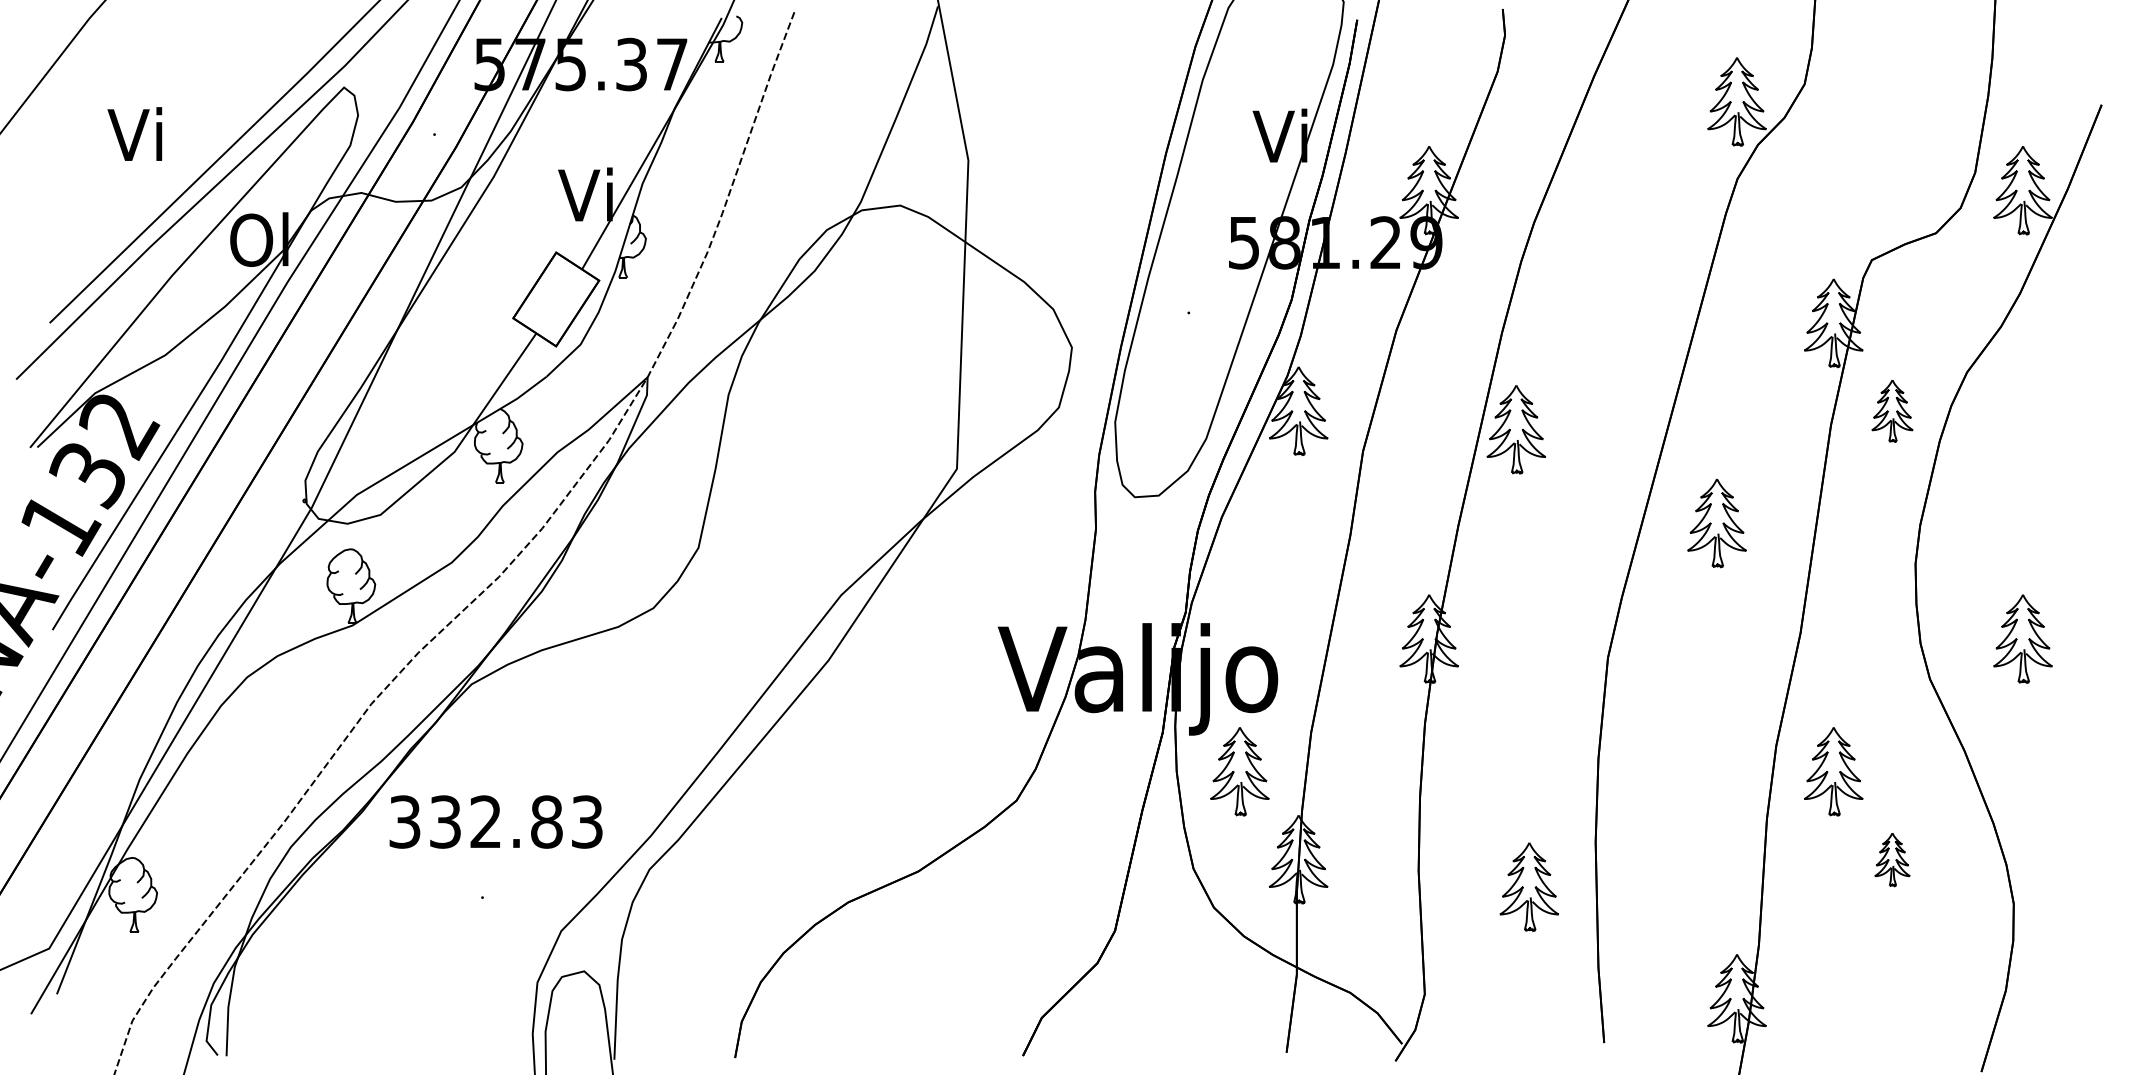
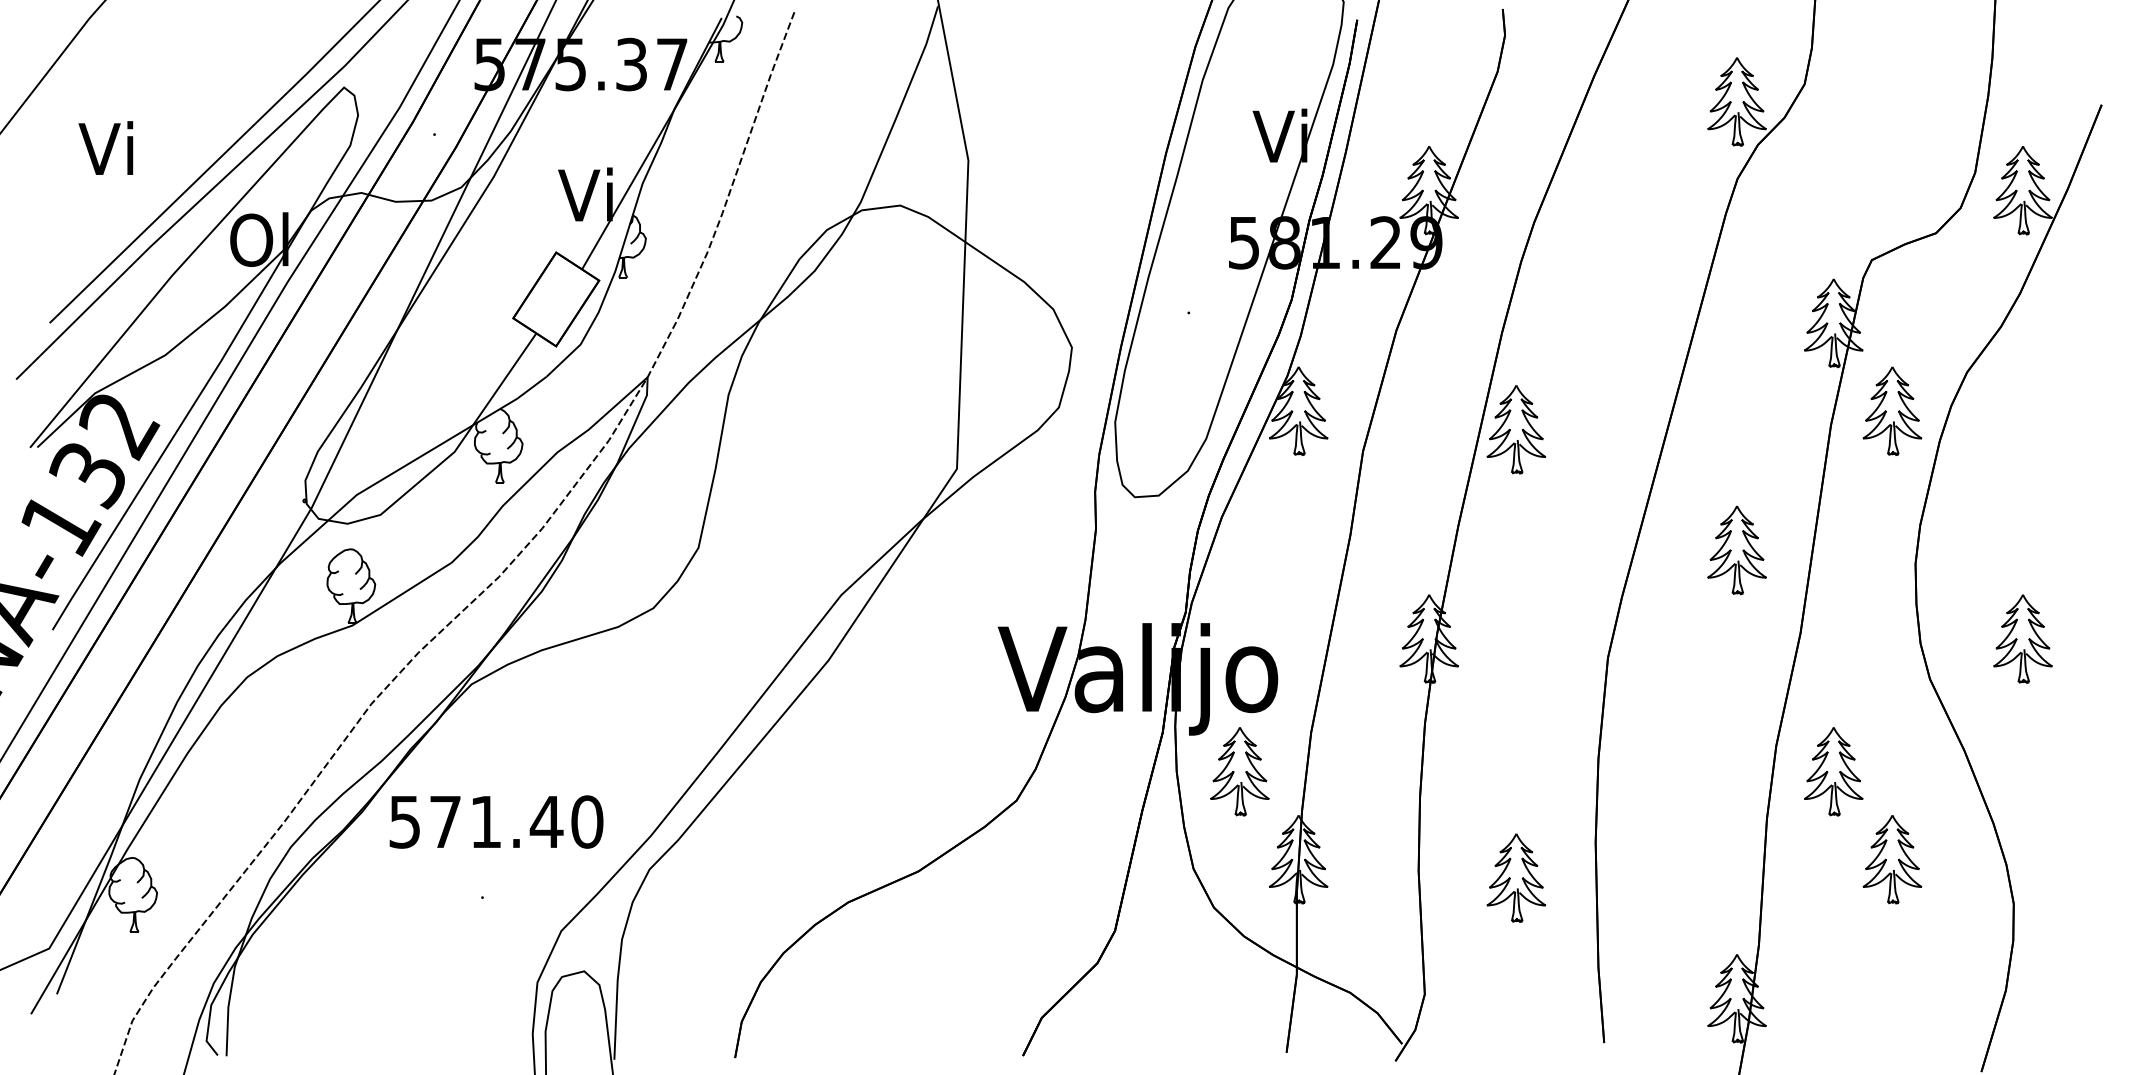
text at (134, 133) position: (134, 133) -> (105, 147)
part at (1892, 411) size: 43x63 px -> 61x90 px
part at (1716, 523) position: (1716, 523) -> (1736, 550)
text at (496, 821): 332.83 -> 571.40
part at (1892, 860) size: 37x55 px -> 61x90 px
part at (1528, 886) position: (1528, 886) -> (1515, 877)
